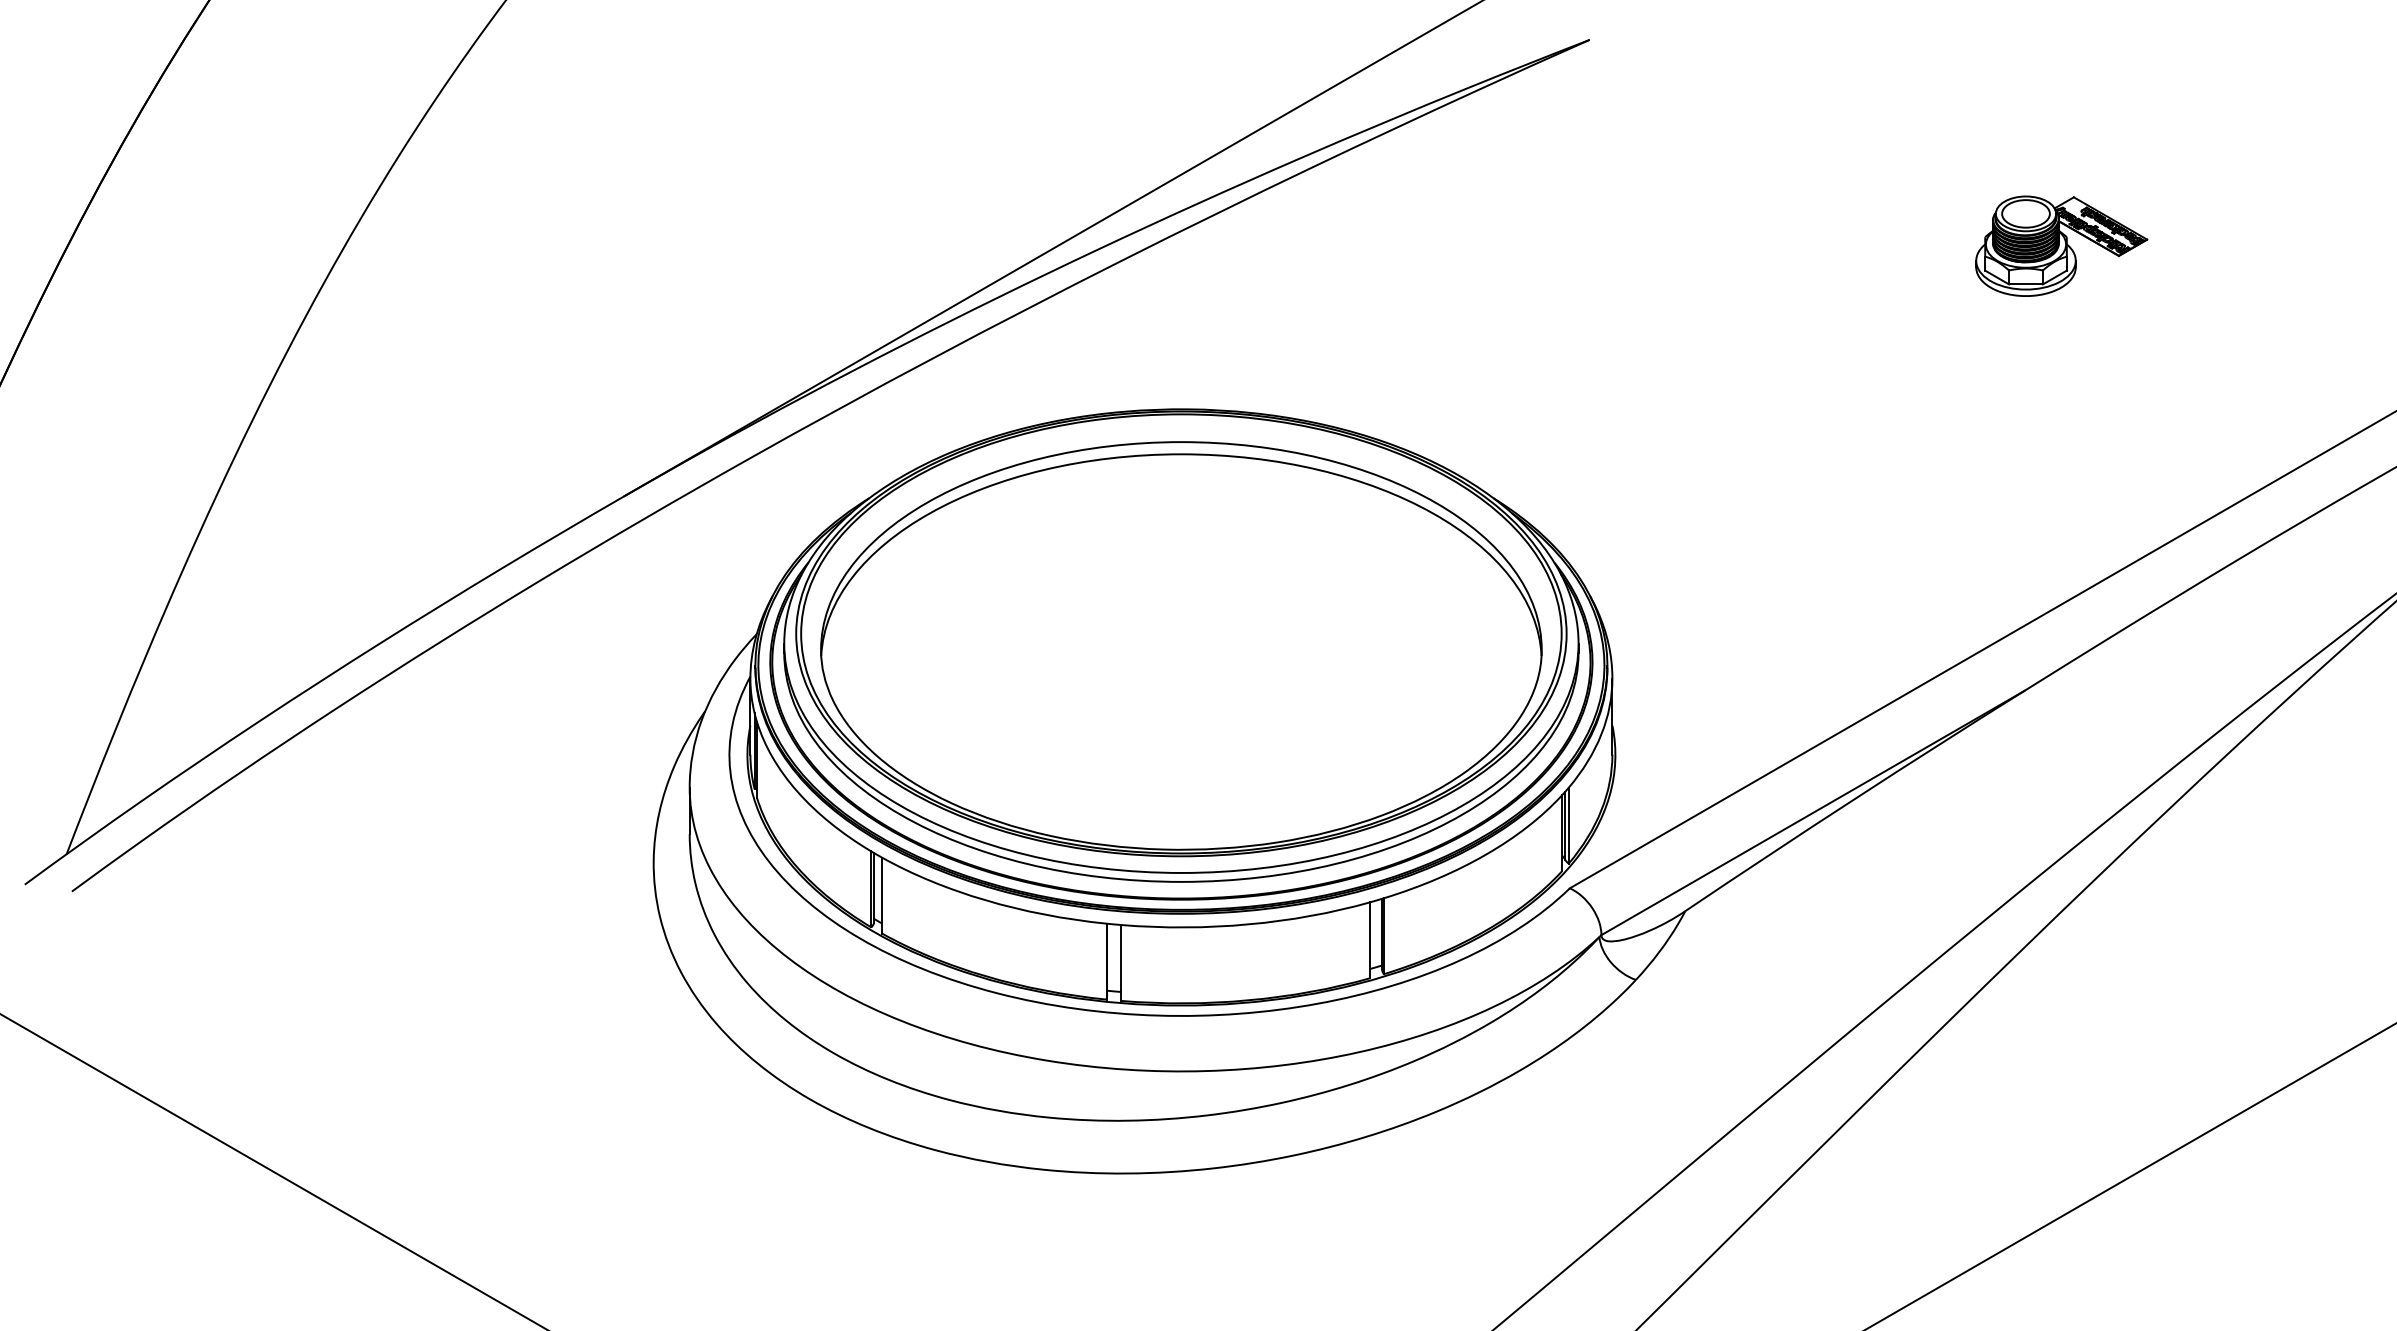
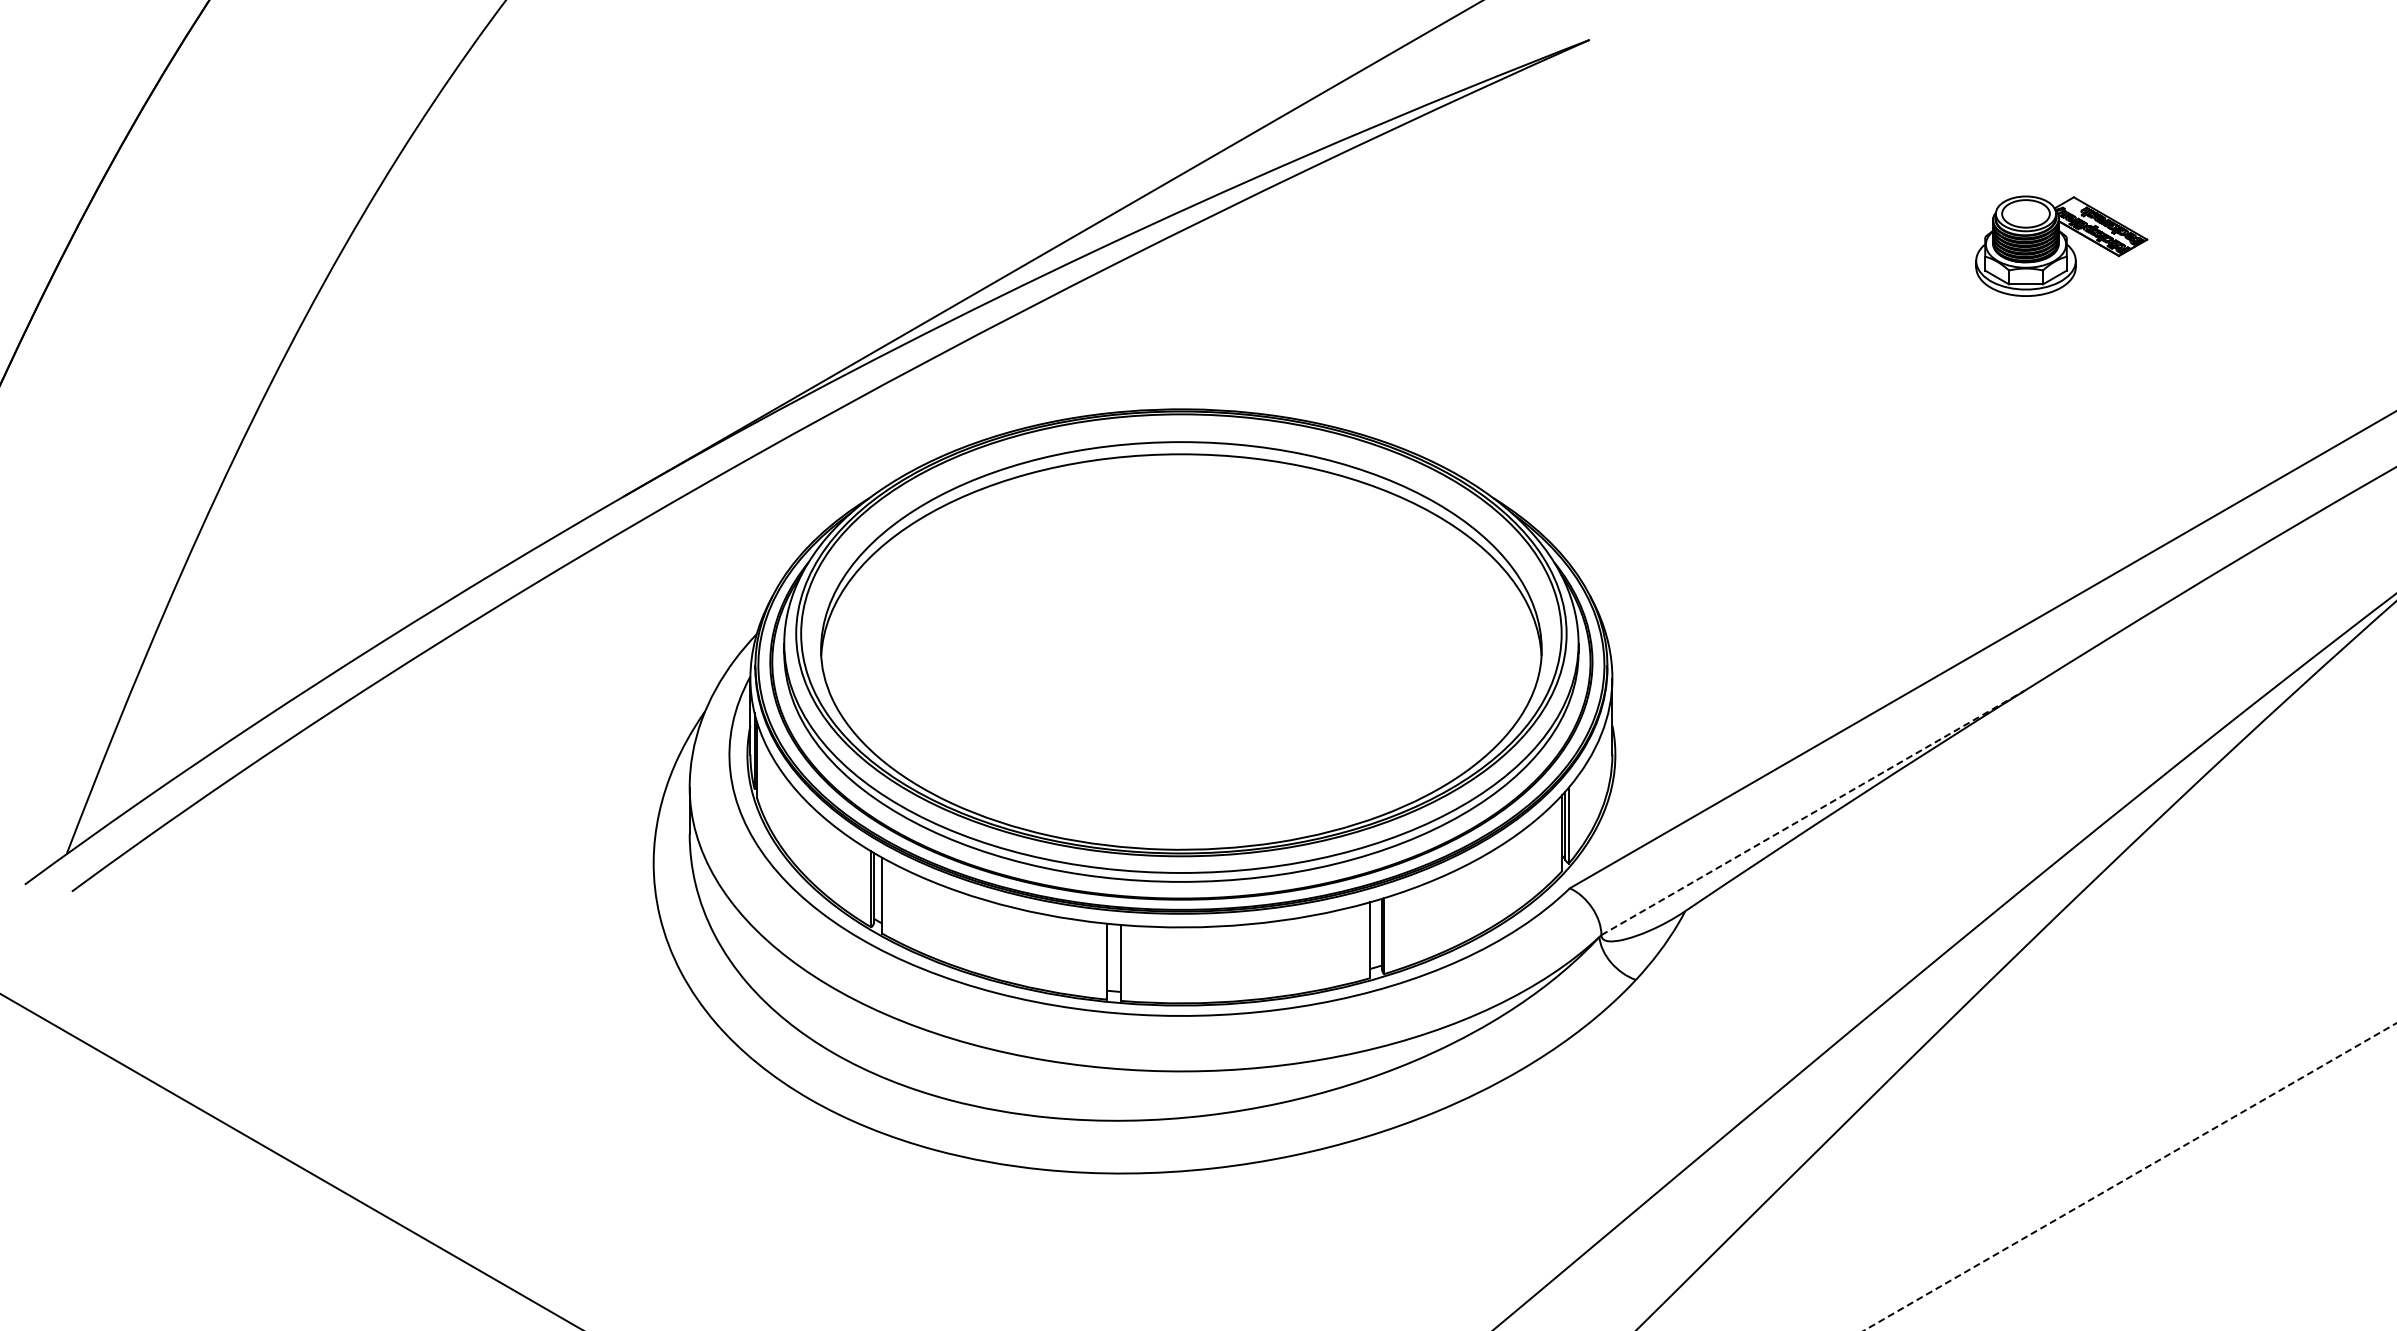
line at (1813, 812): solid -> dashed
line at (272, 1171) position: (272, 1171) -> (290, 1161)
line at (2129, 1177): solid -> dashed
